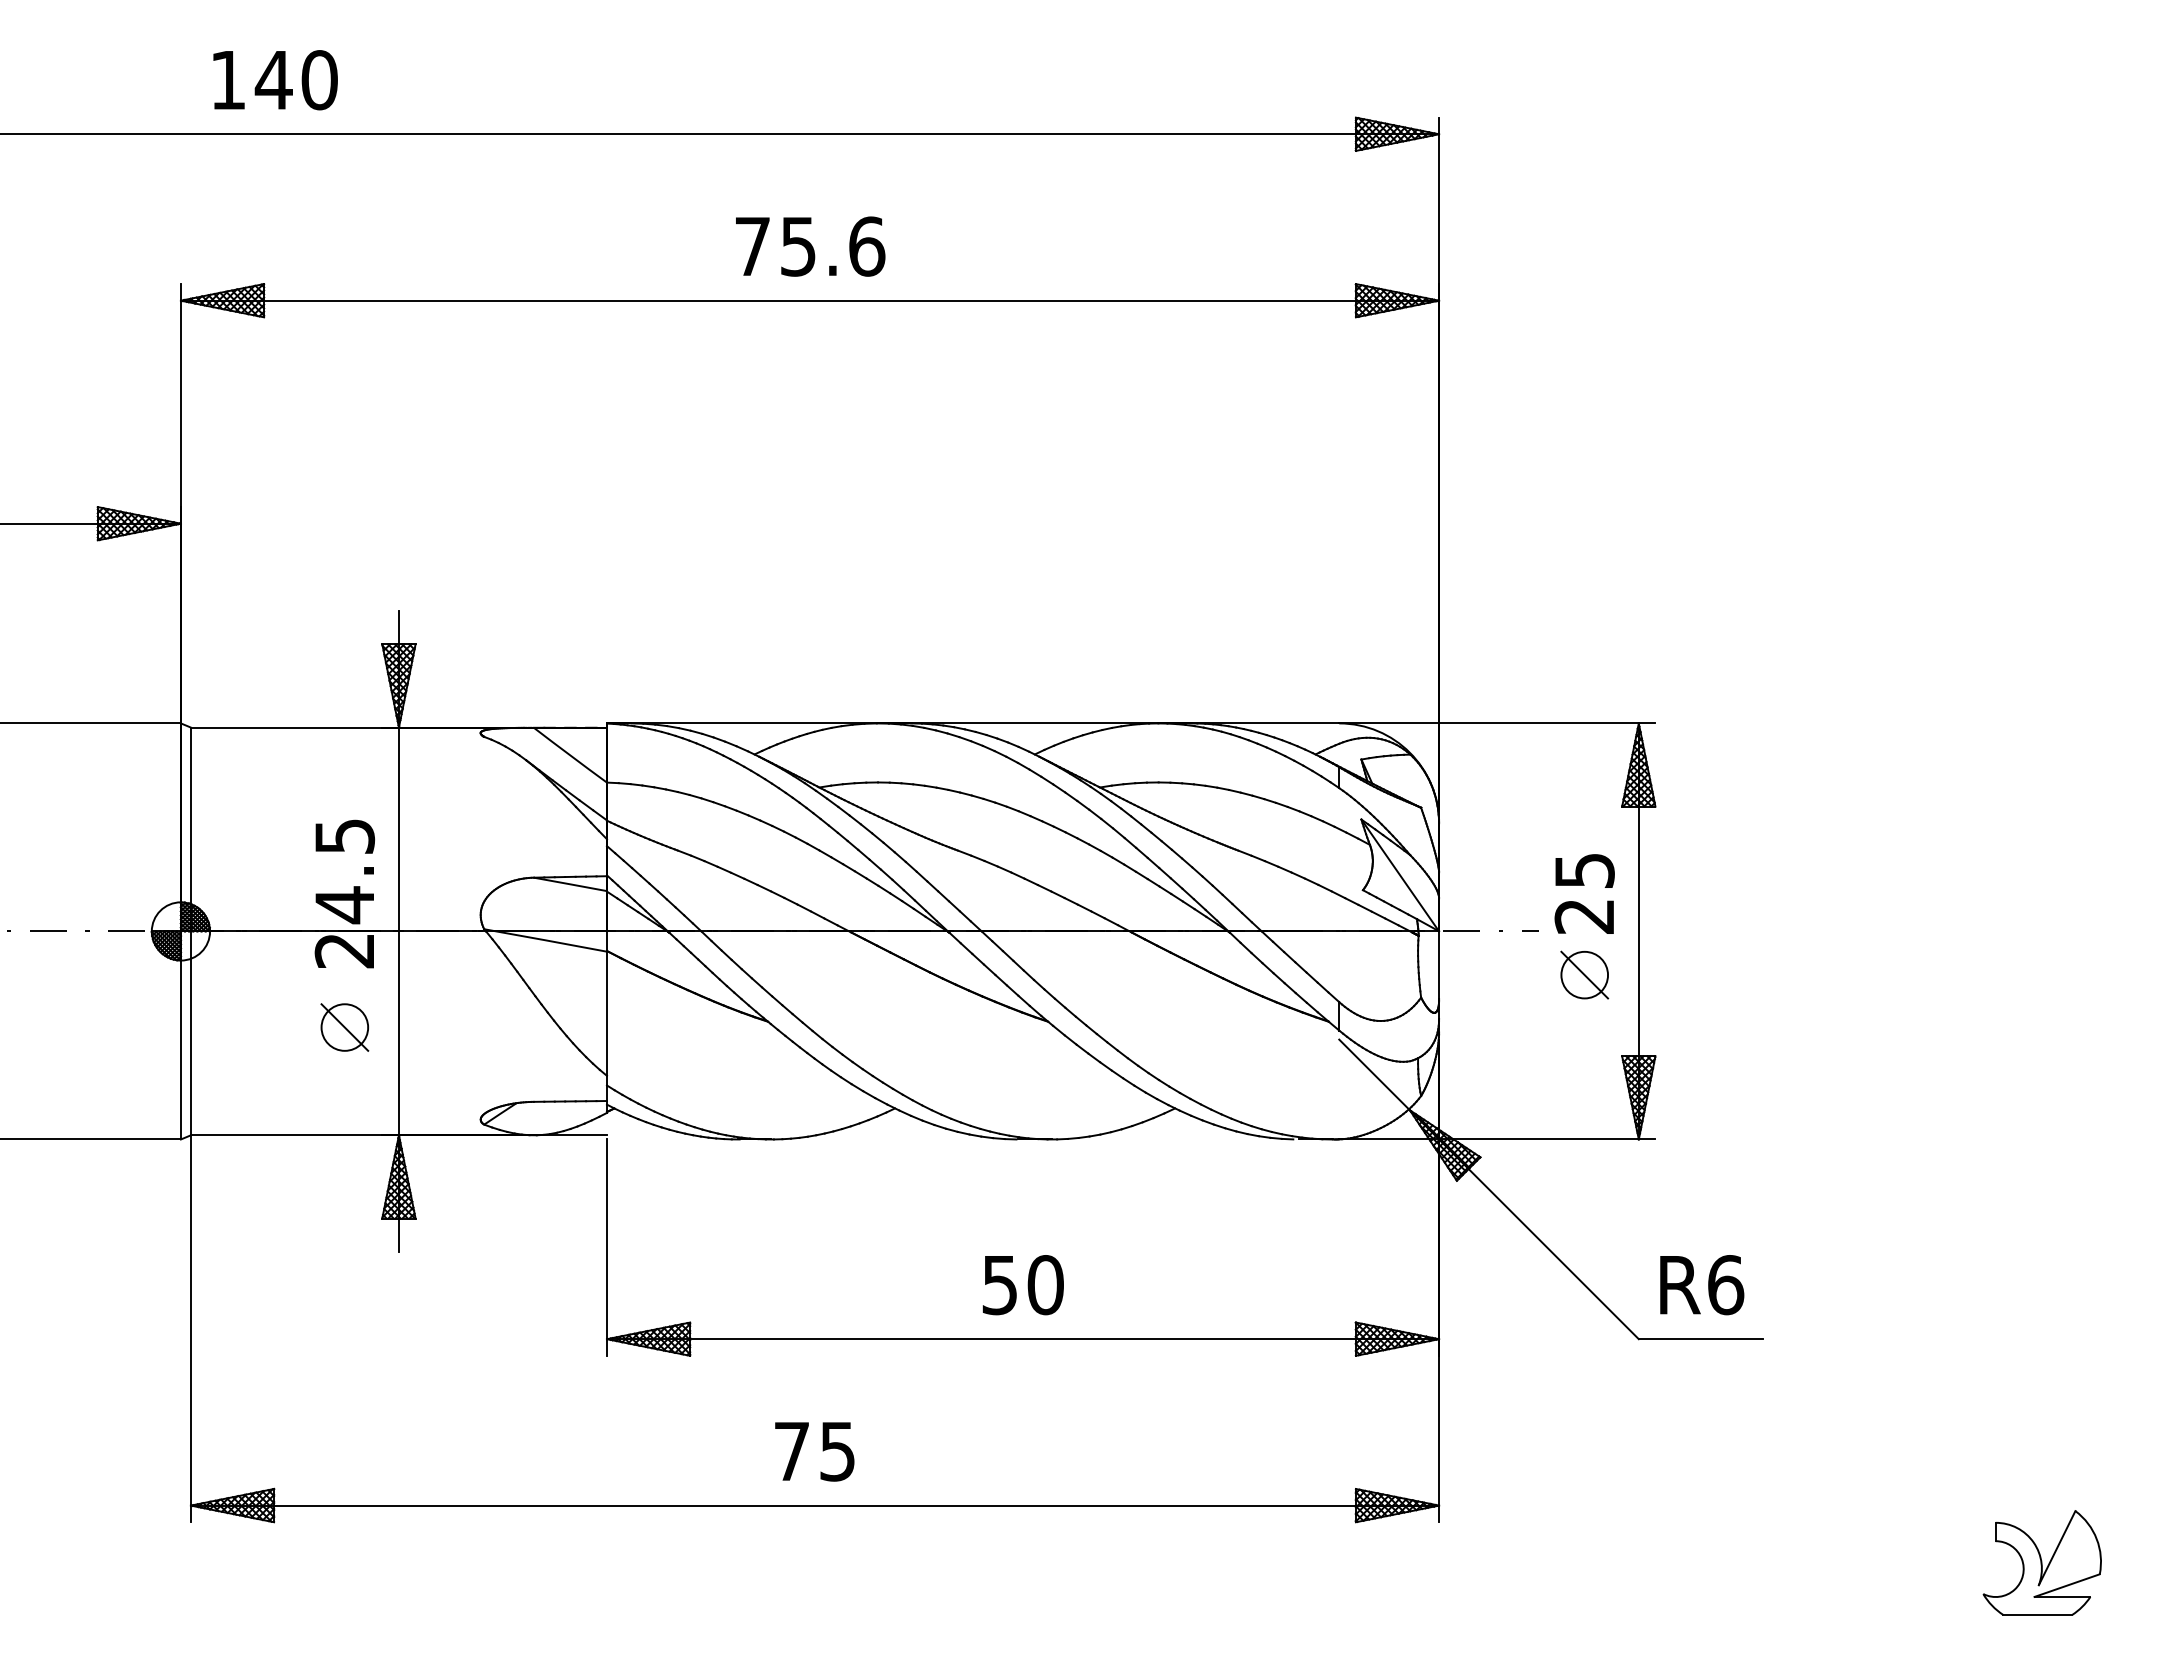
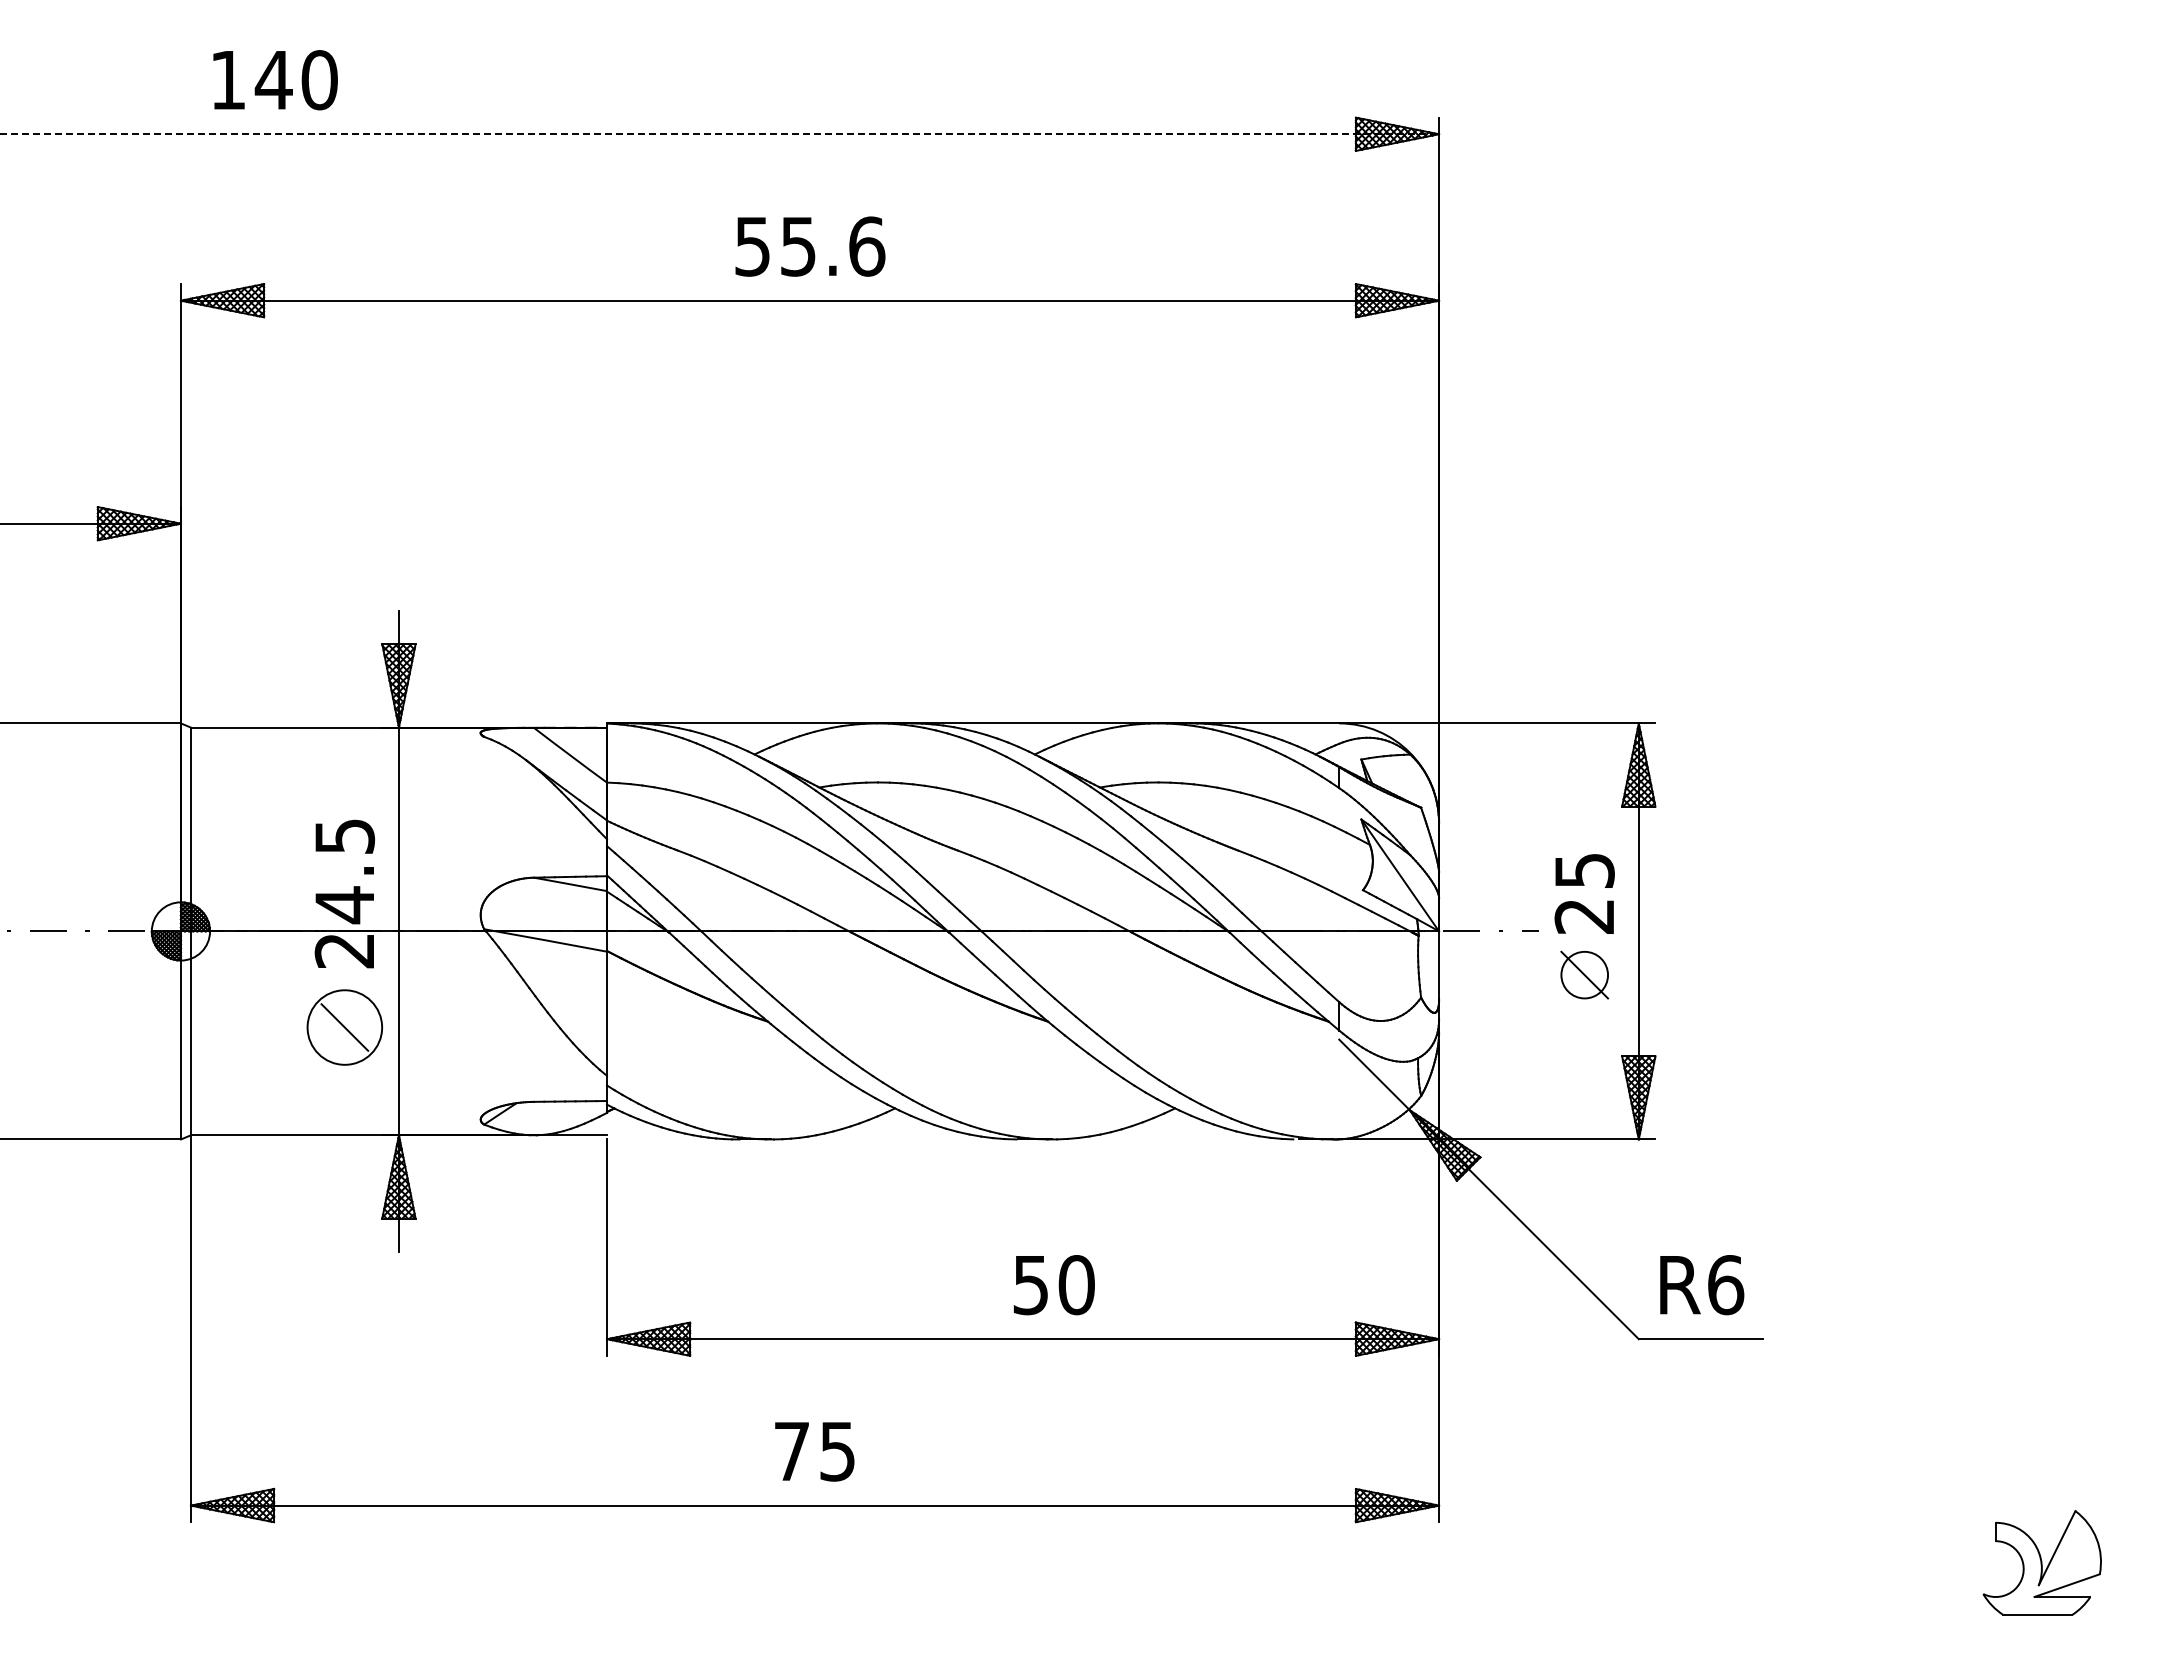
line at (720, 134): solid -> dashed
text at (752, 246): 75.6 -> 55.6
circle at (344, 1027) diameter: 47 px -> 75 px
text at (1022, 1285) position: (1022, 1285) -> (1053, 1285)
